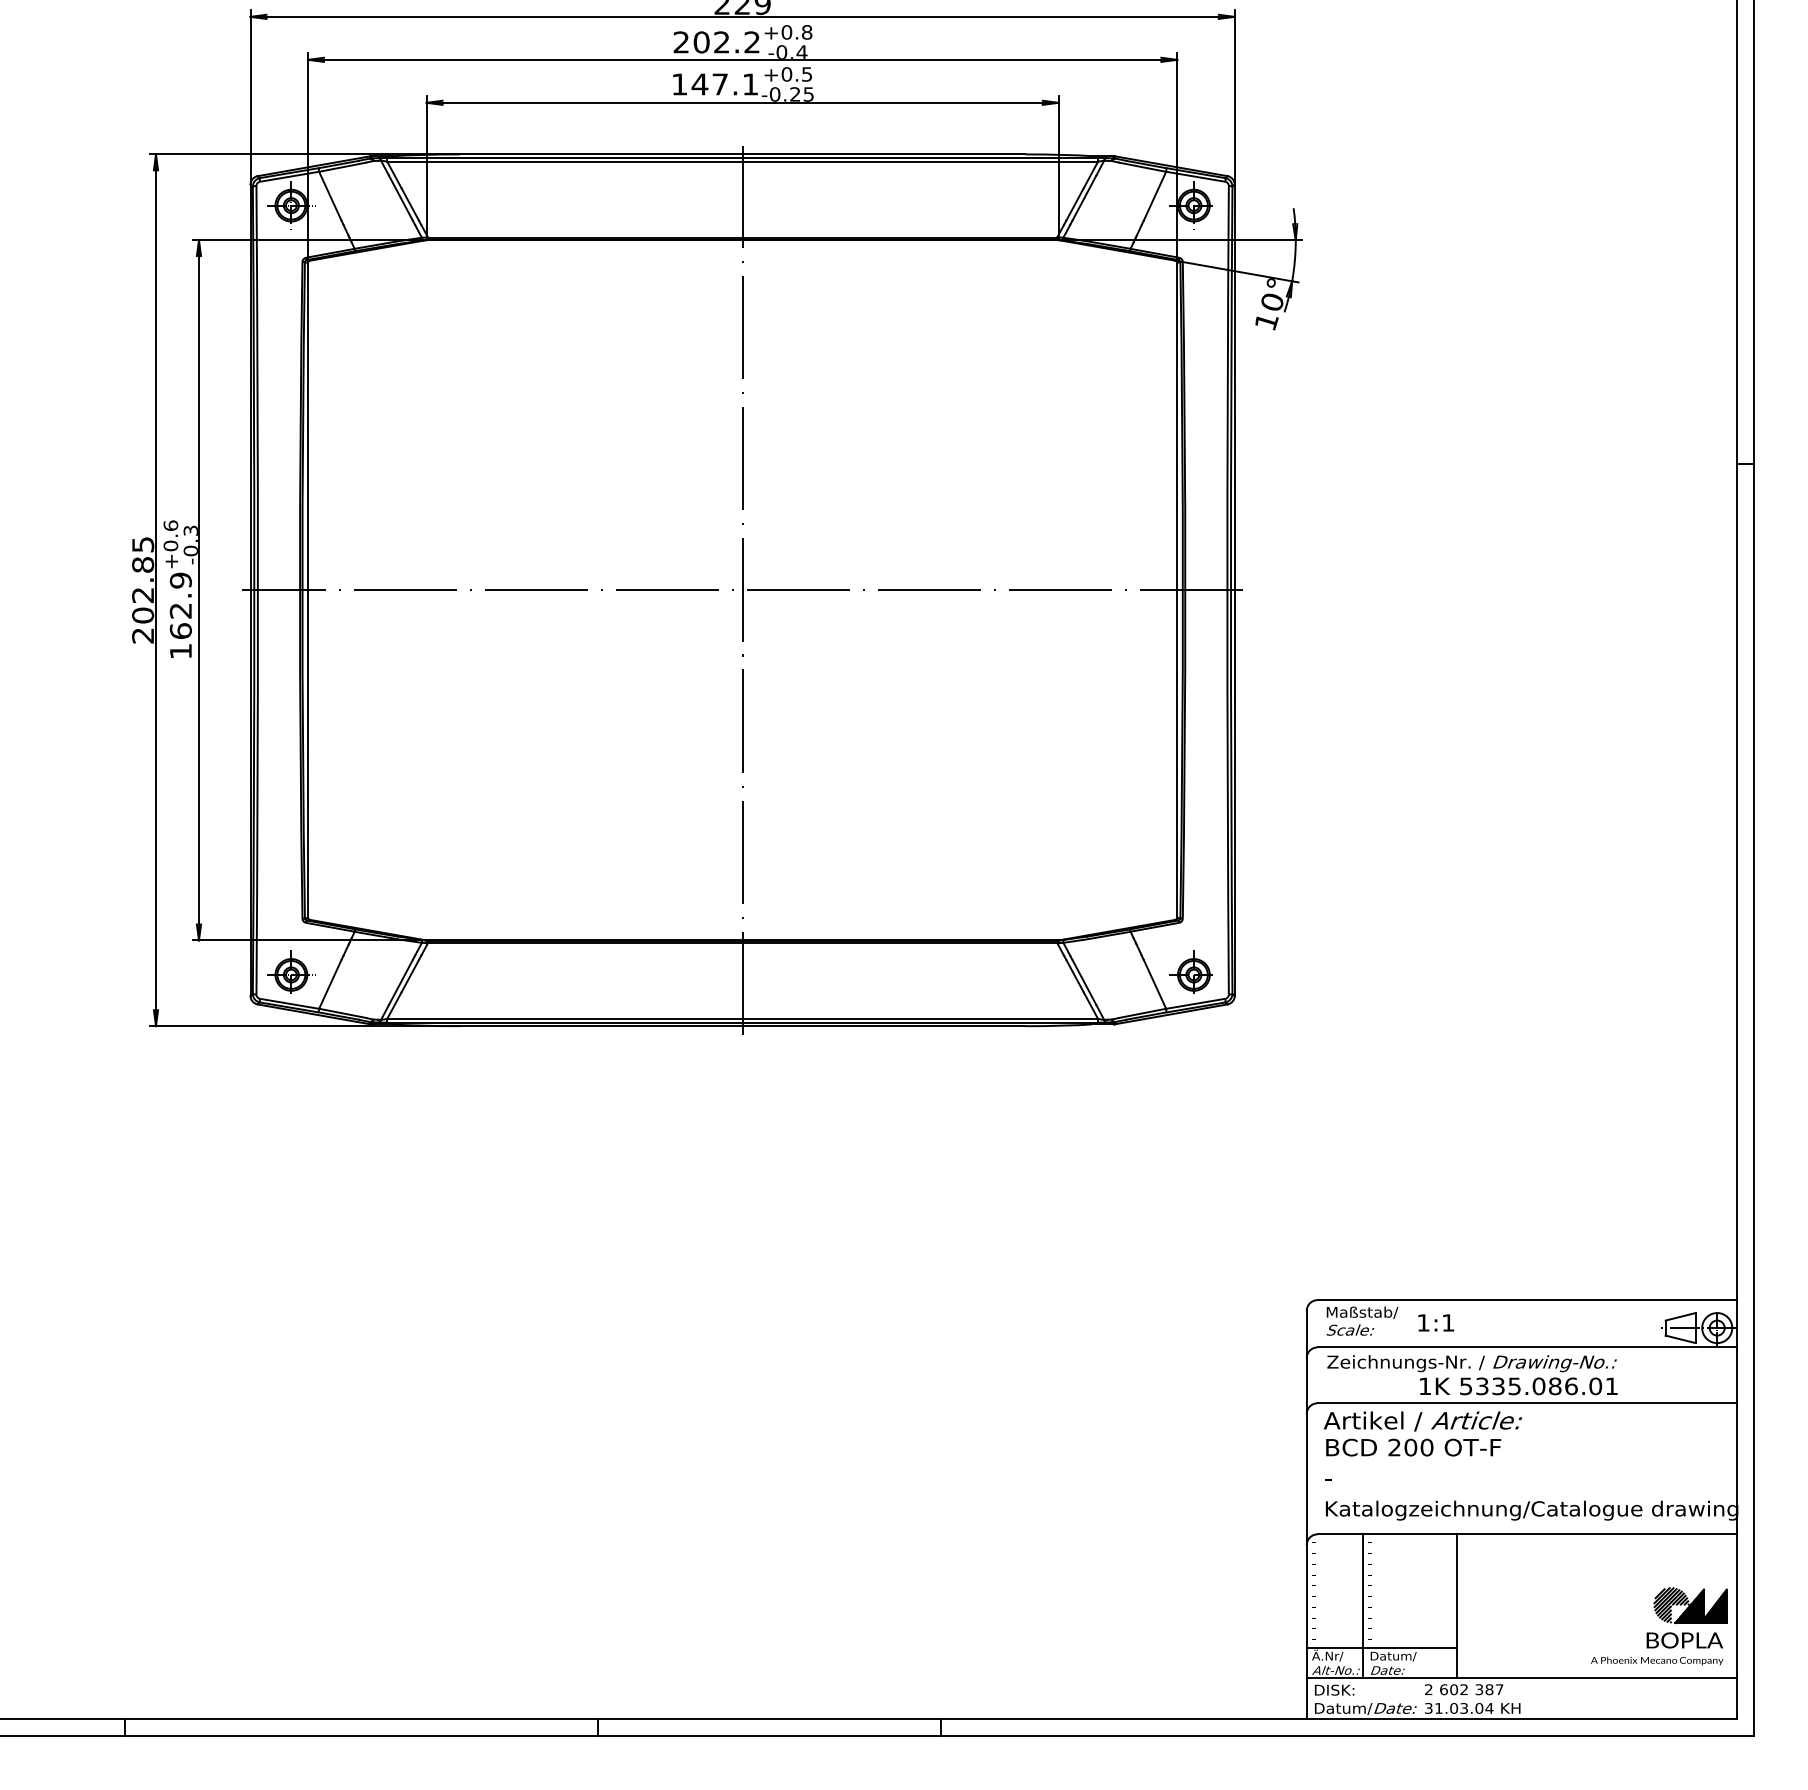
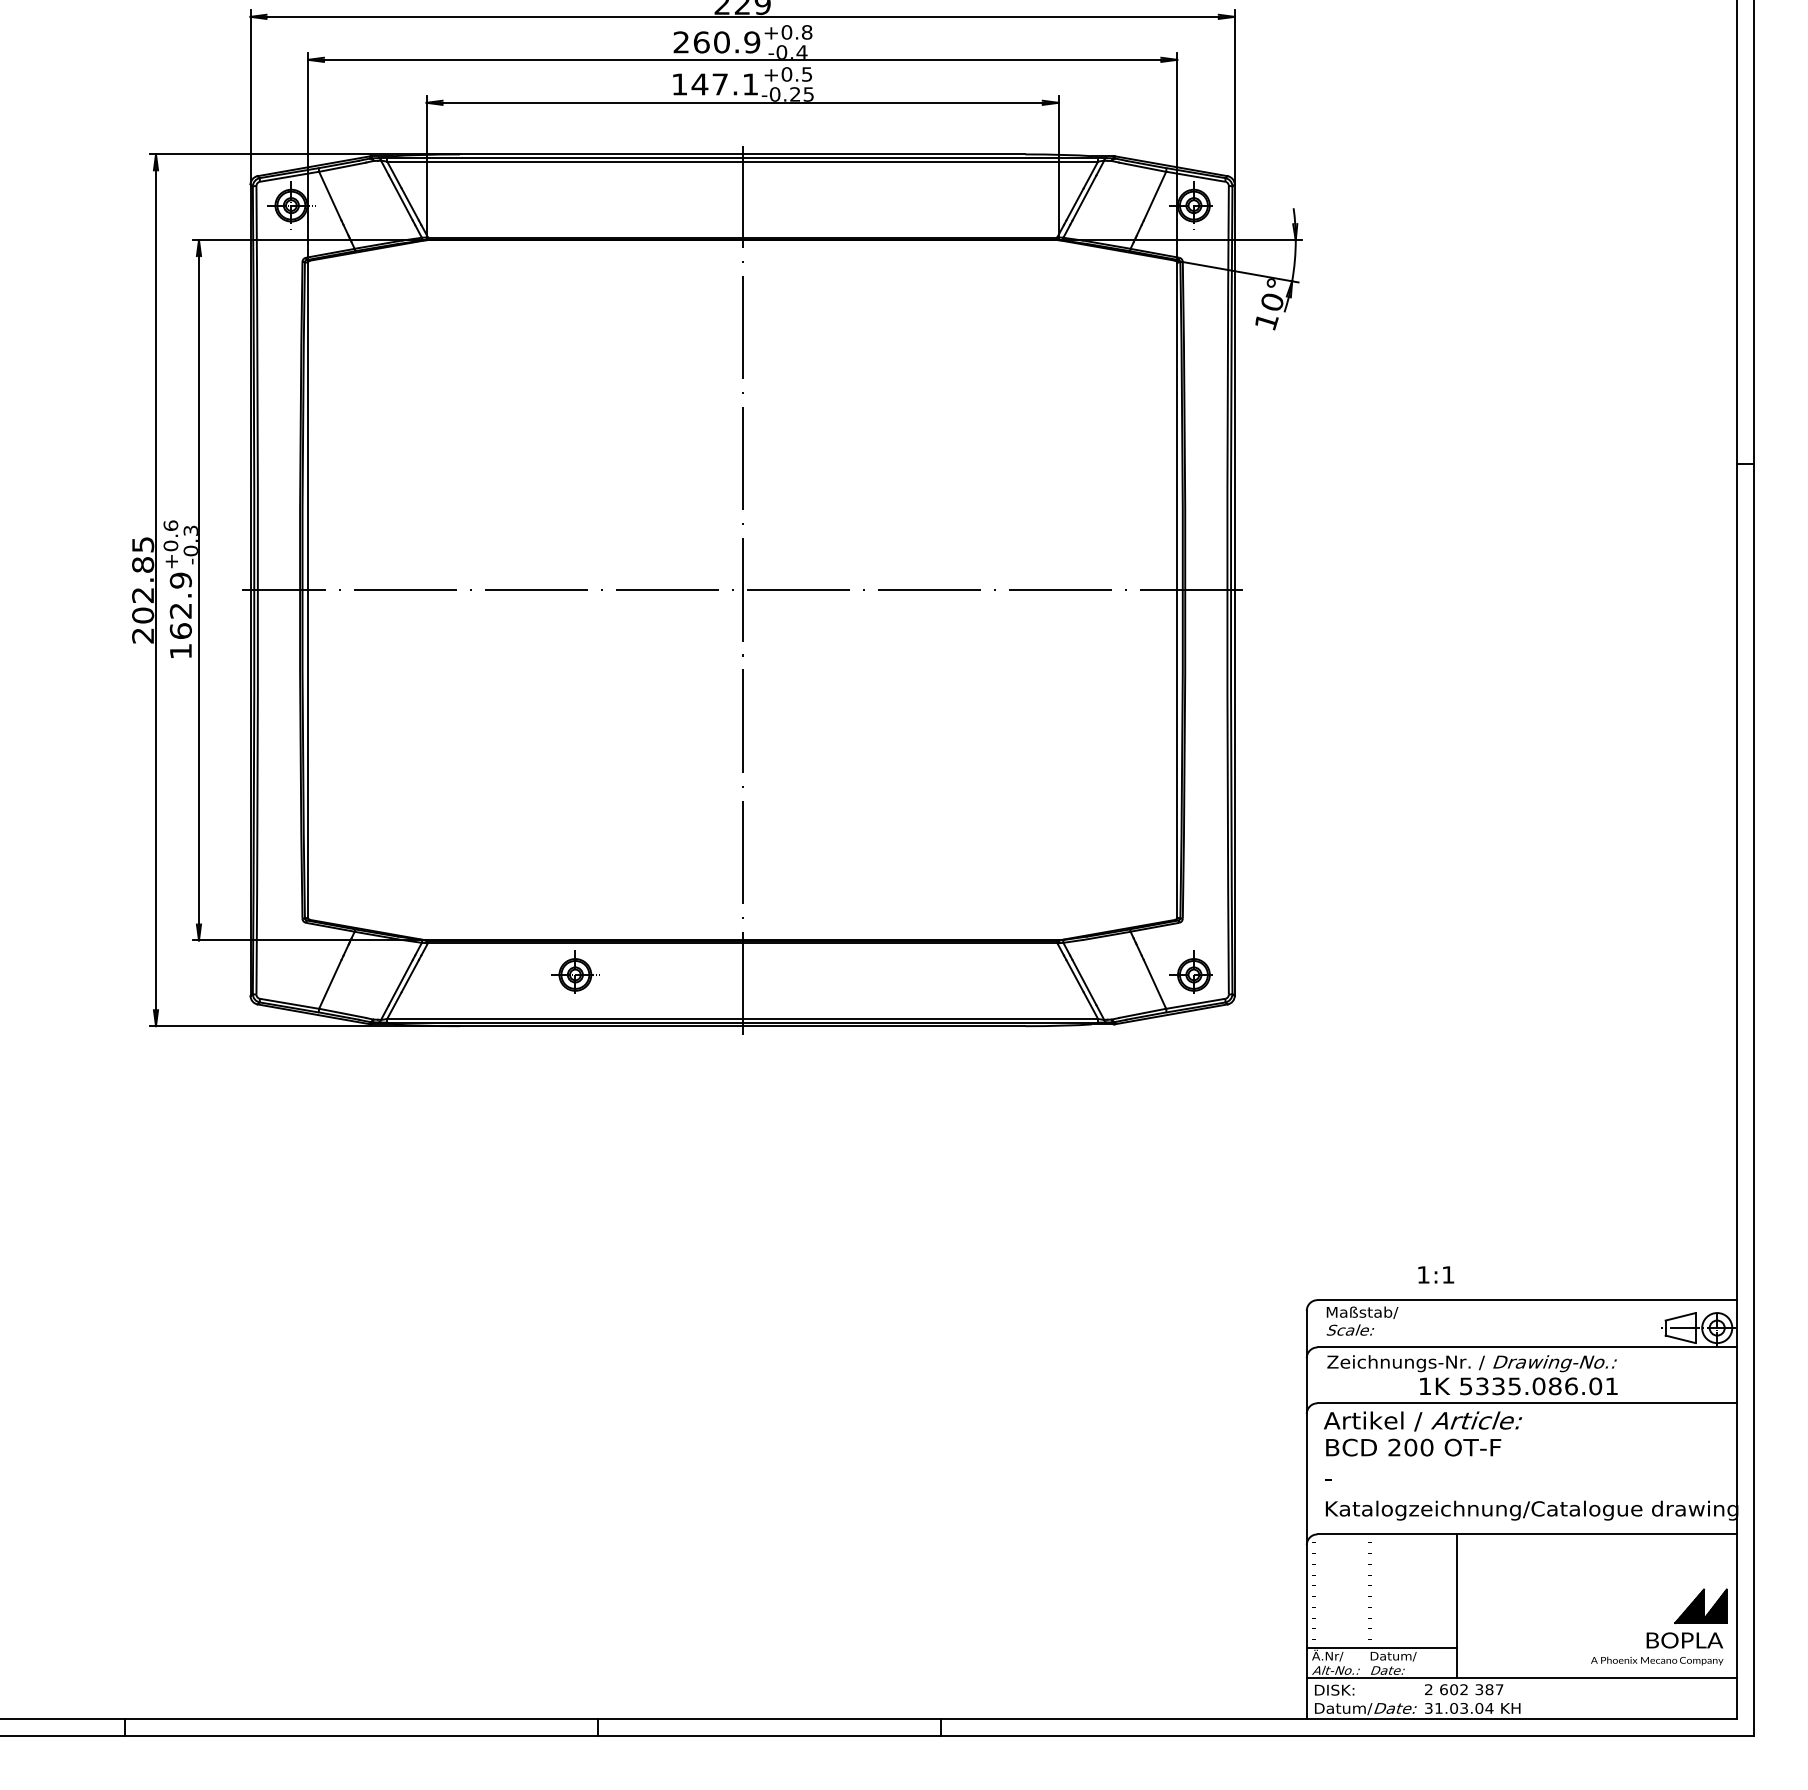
text at (726, 42): 202.2 -> 260.9
part at (291, 971) position: (291, 971) -> (575, 971)
text at (1436, 1322) position: (1436, 1322) -> (1436, 1274)
hatch at (1671, 1605): present -> none
line at (1362, 1606): present -> none
